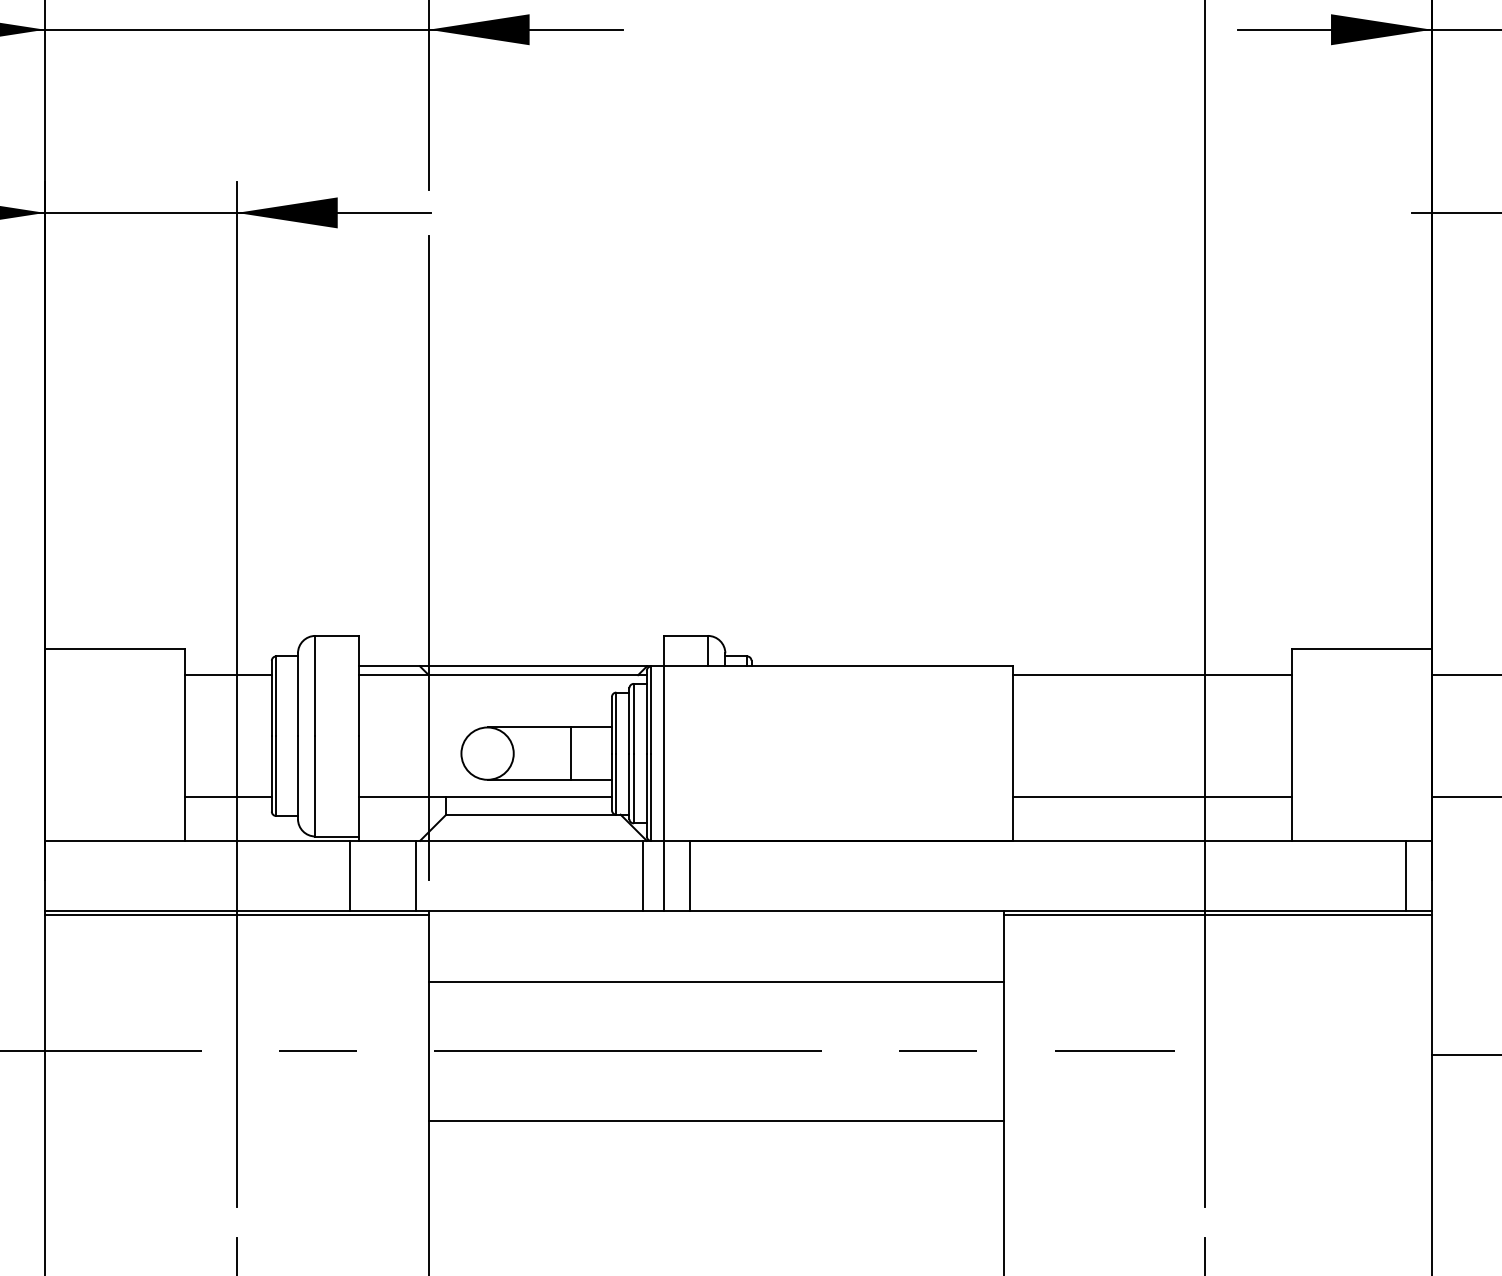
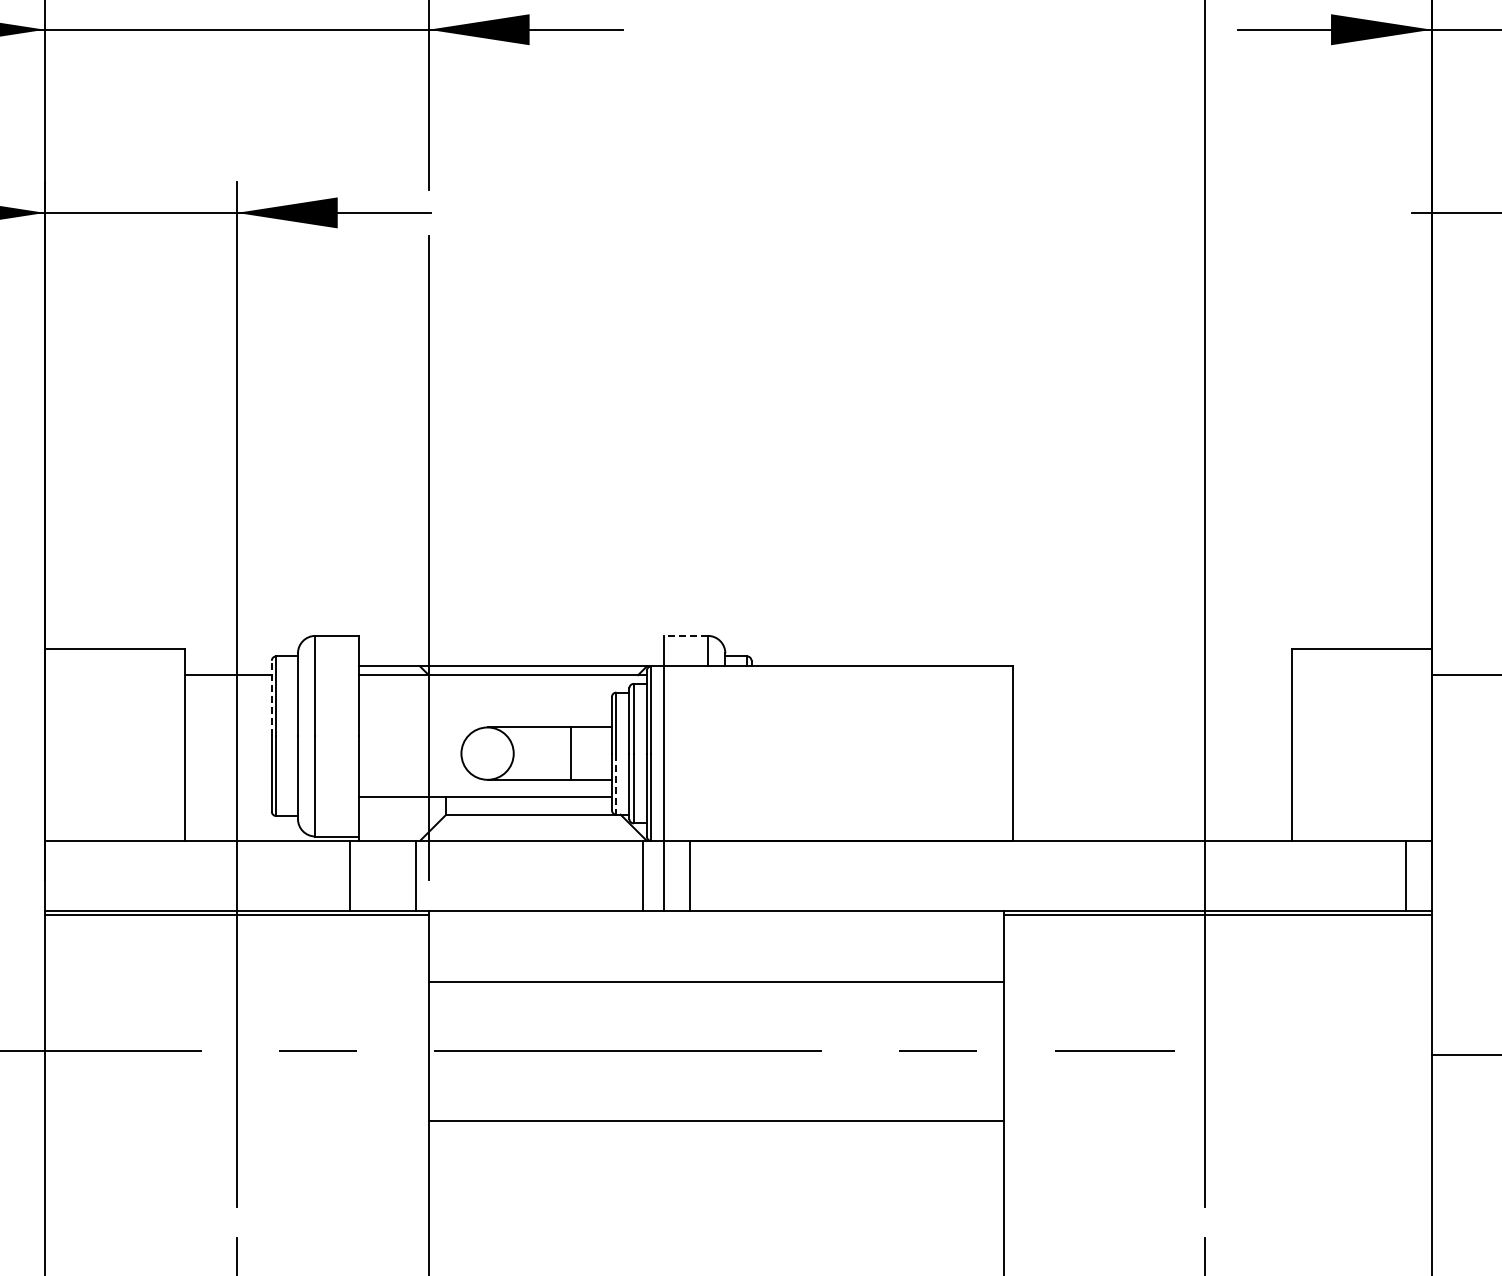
line at (686, 635): solid -> dashed
line at (1152, 675): present -> none
line at (271, 698): solid -> dashed
line at (616, 784): solid -> dashed
line at (227, 797): present -> none
line at (1152, 797): present -> none
line at (1464, 797): present -> none
